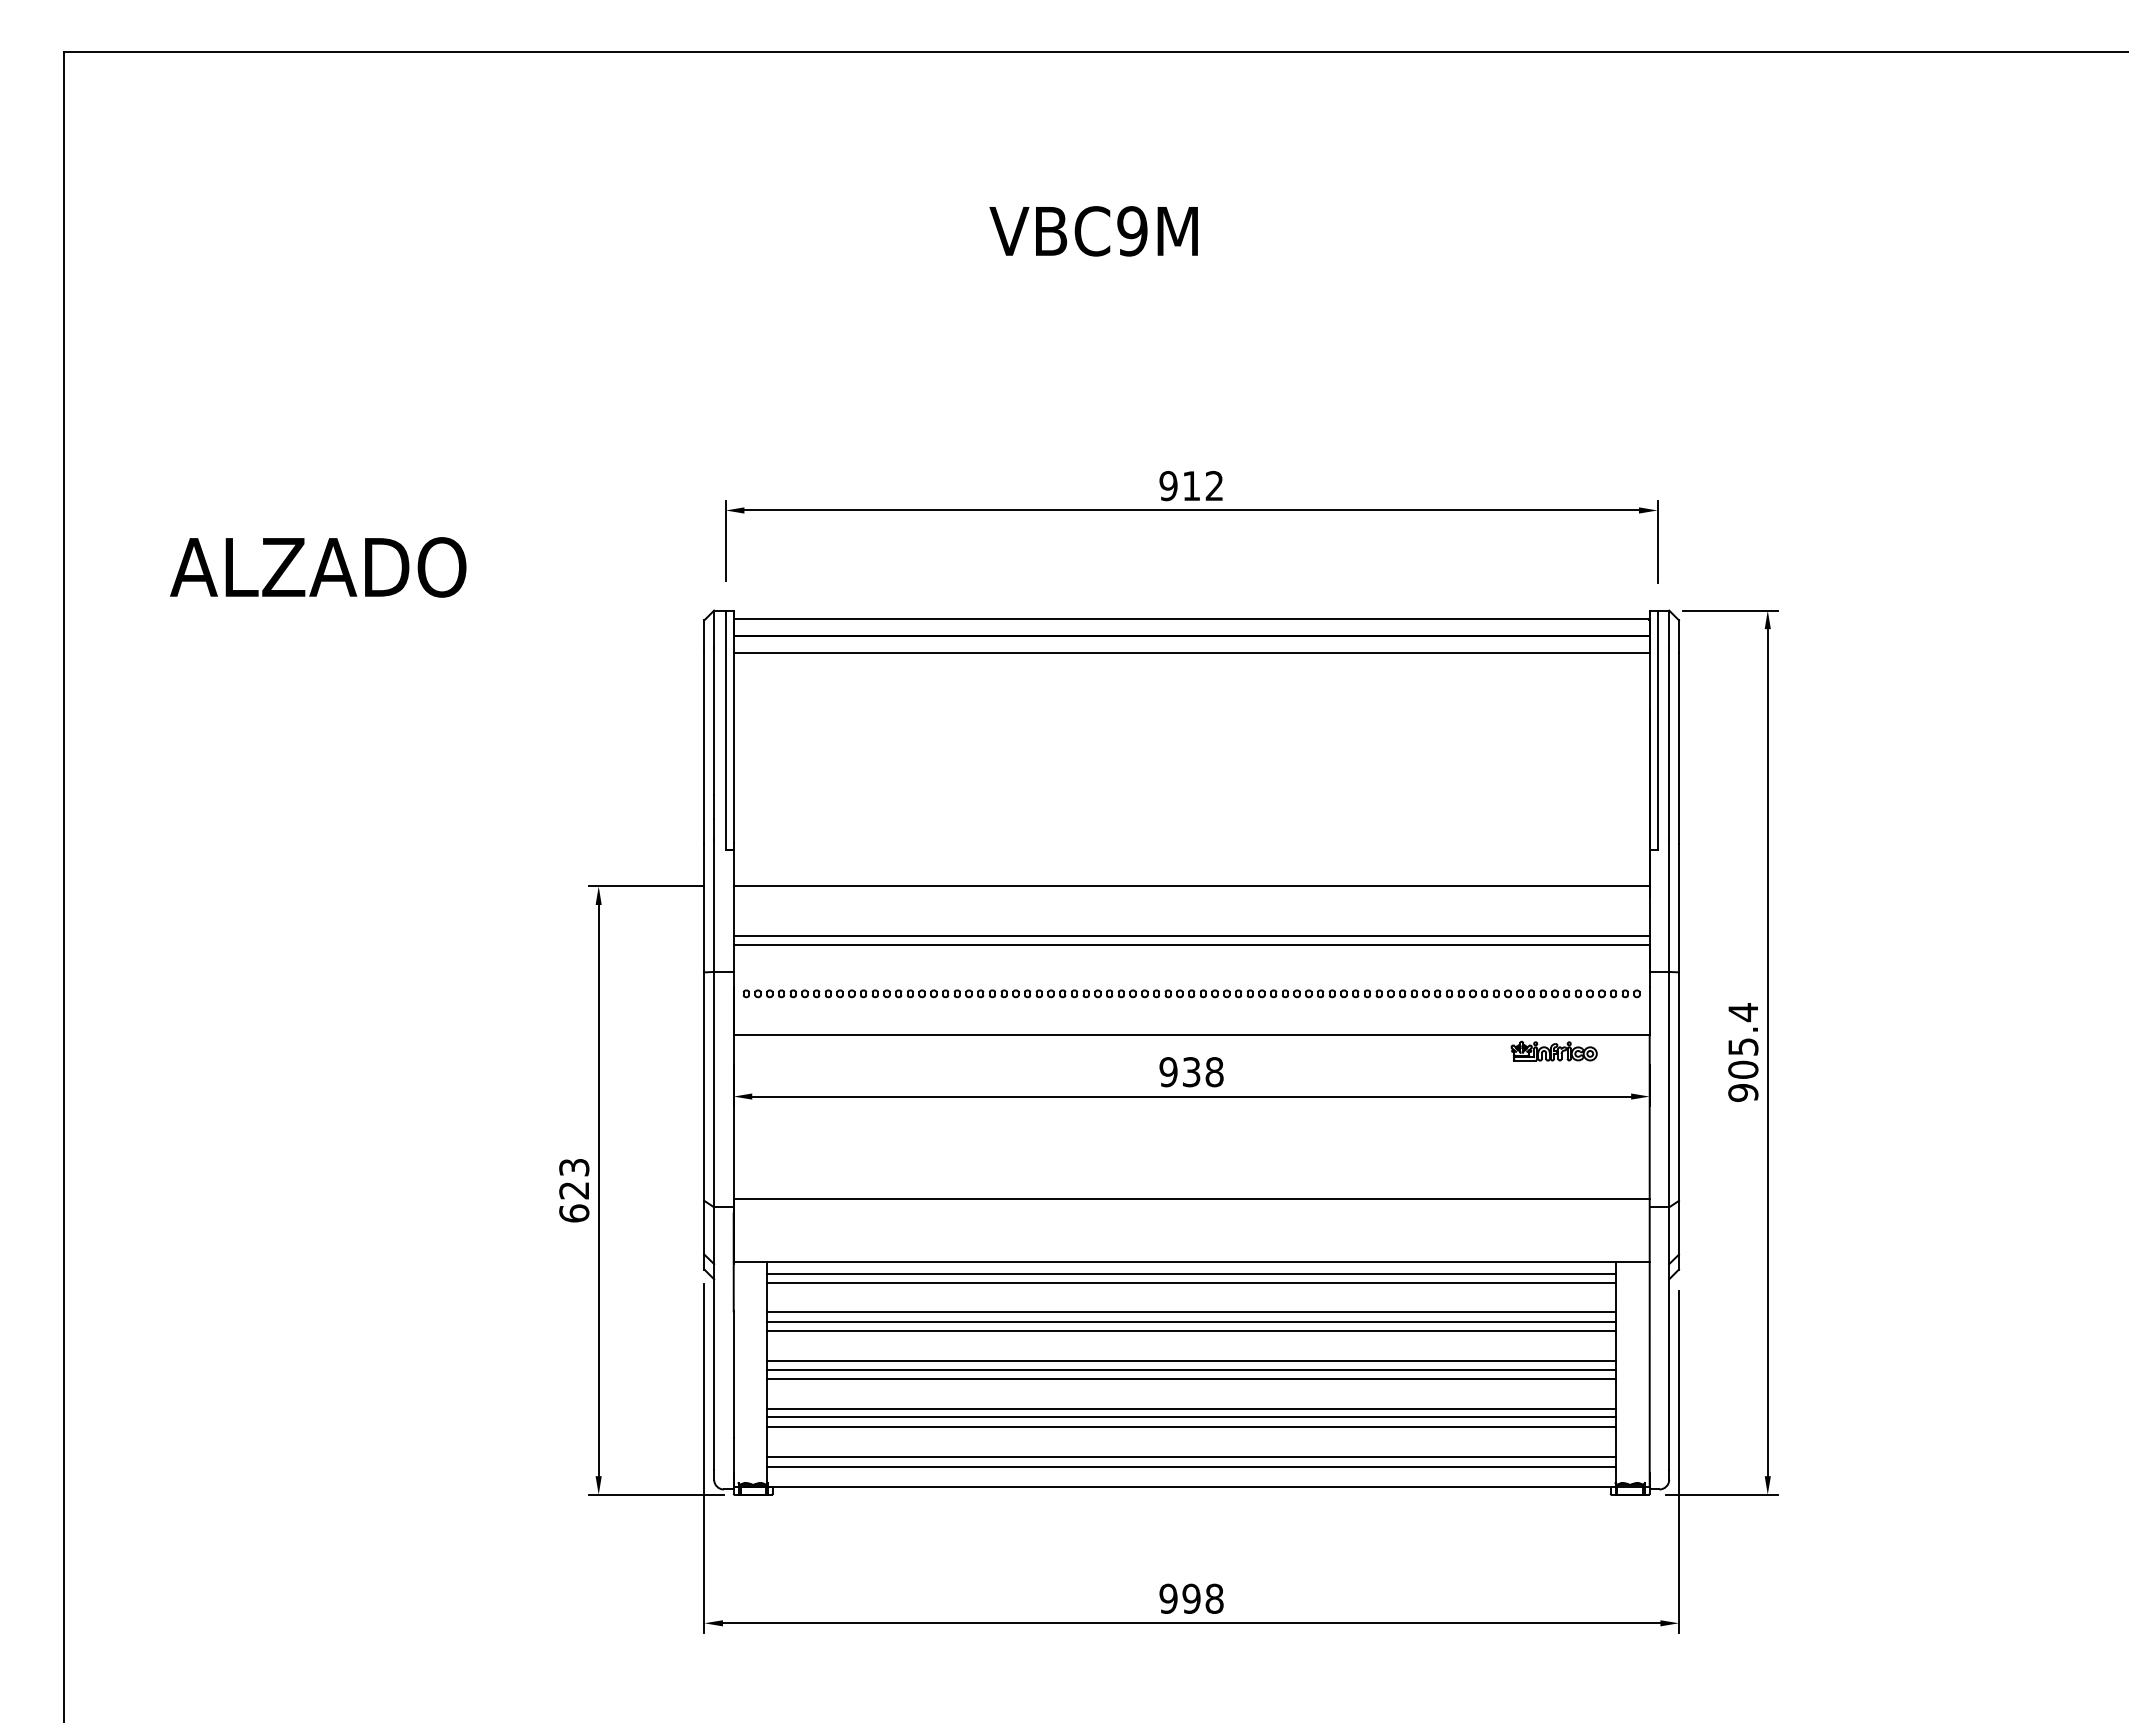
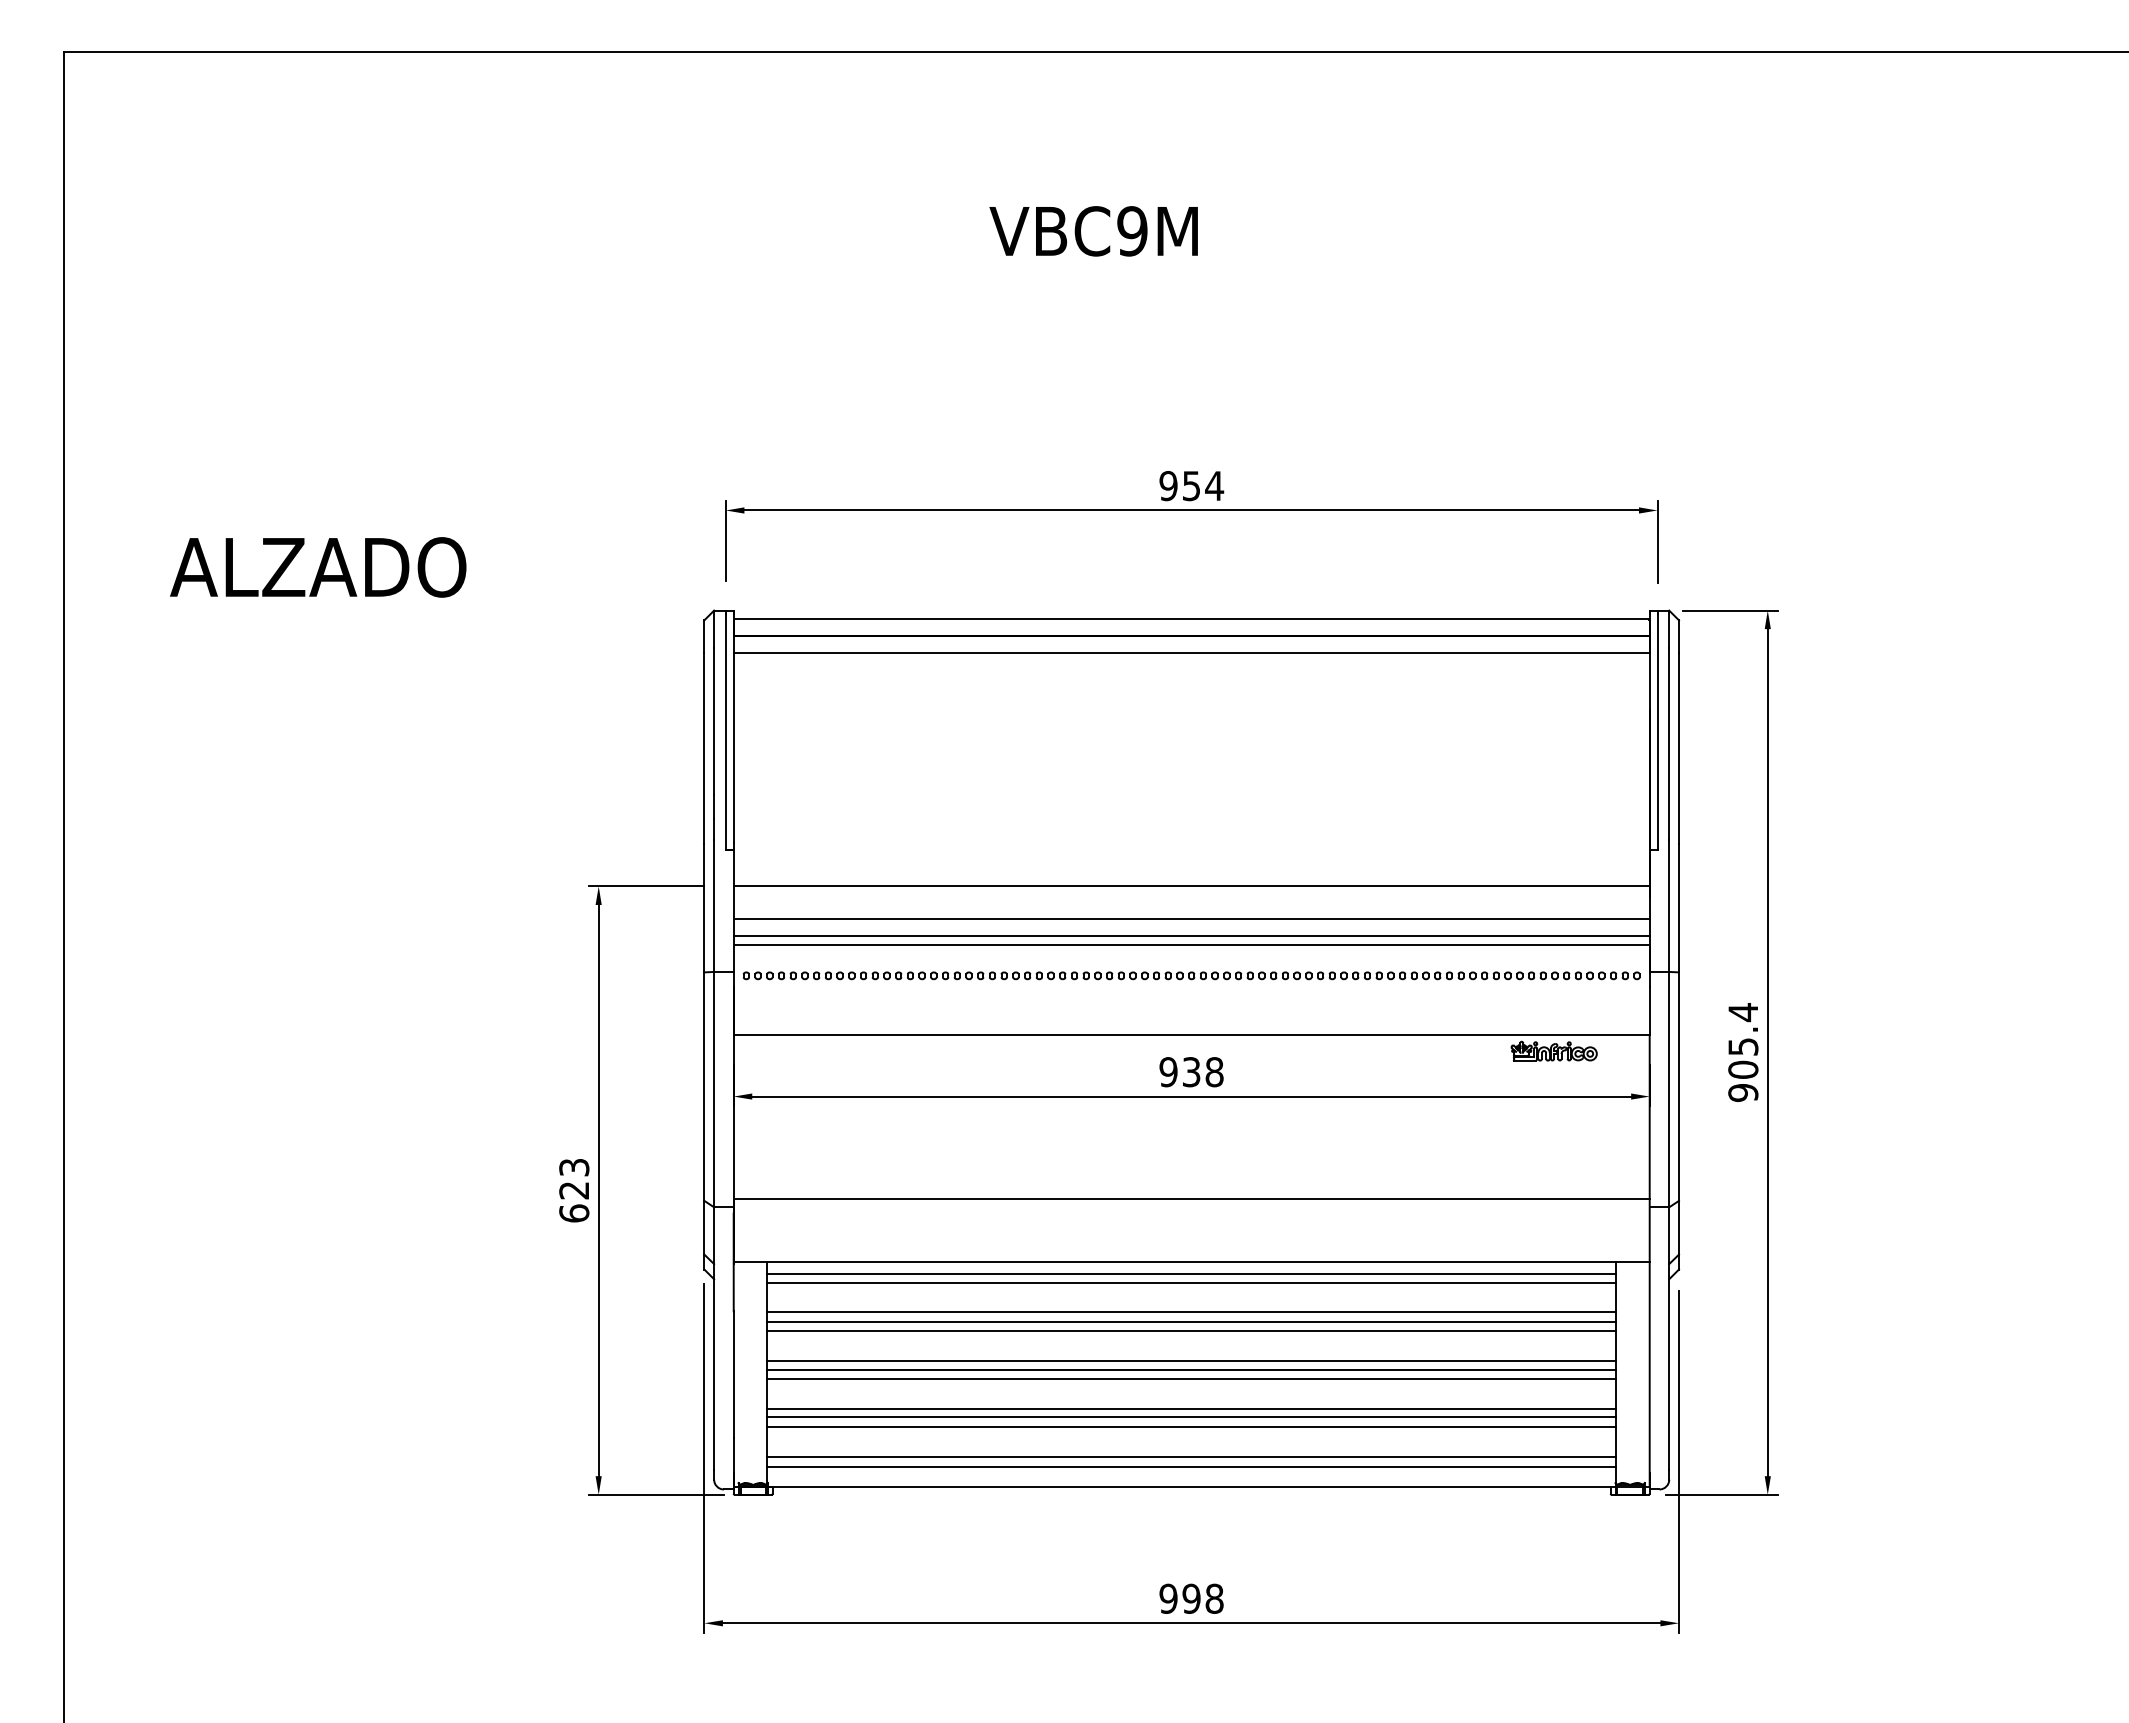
text at (1203, 485): 912 -> 954
line at (1191, 919): none -> present
part at (1191, 993) position: (1191, 993) -> (1191, 975)
